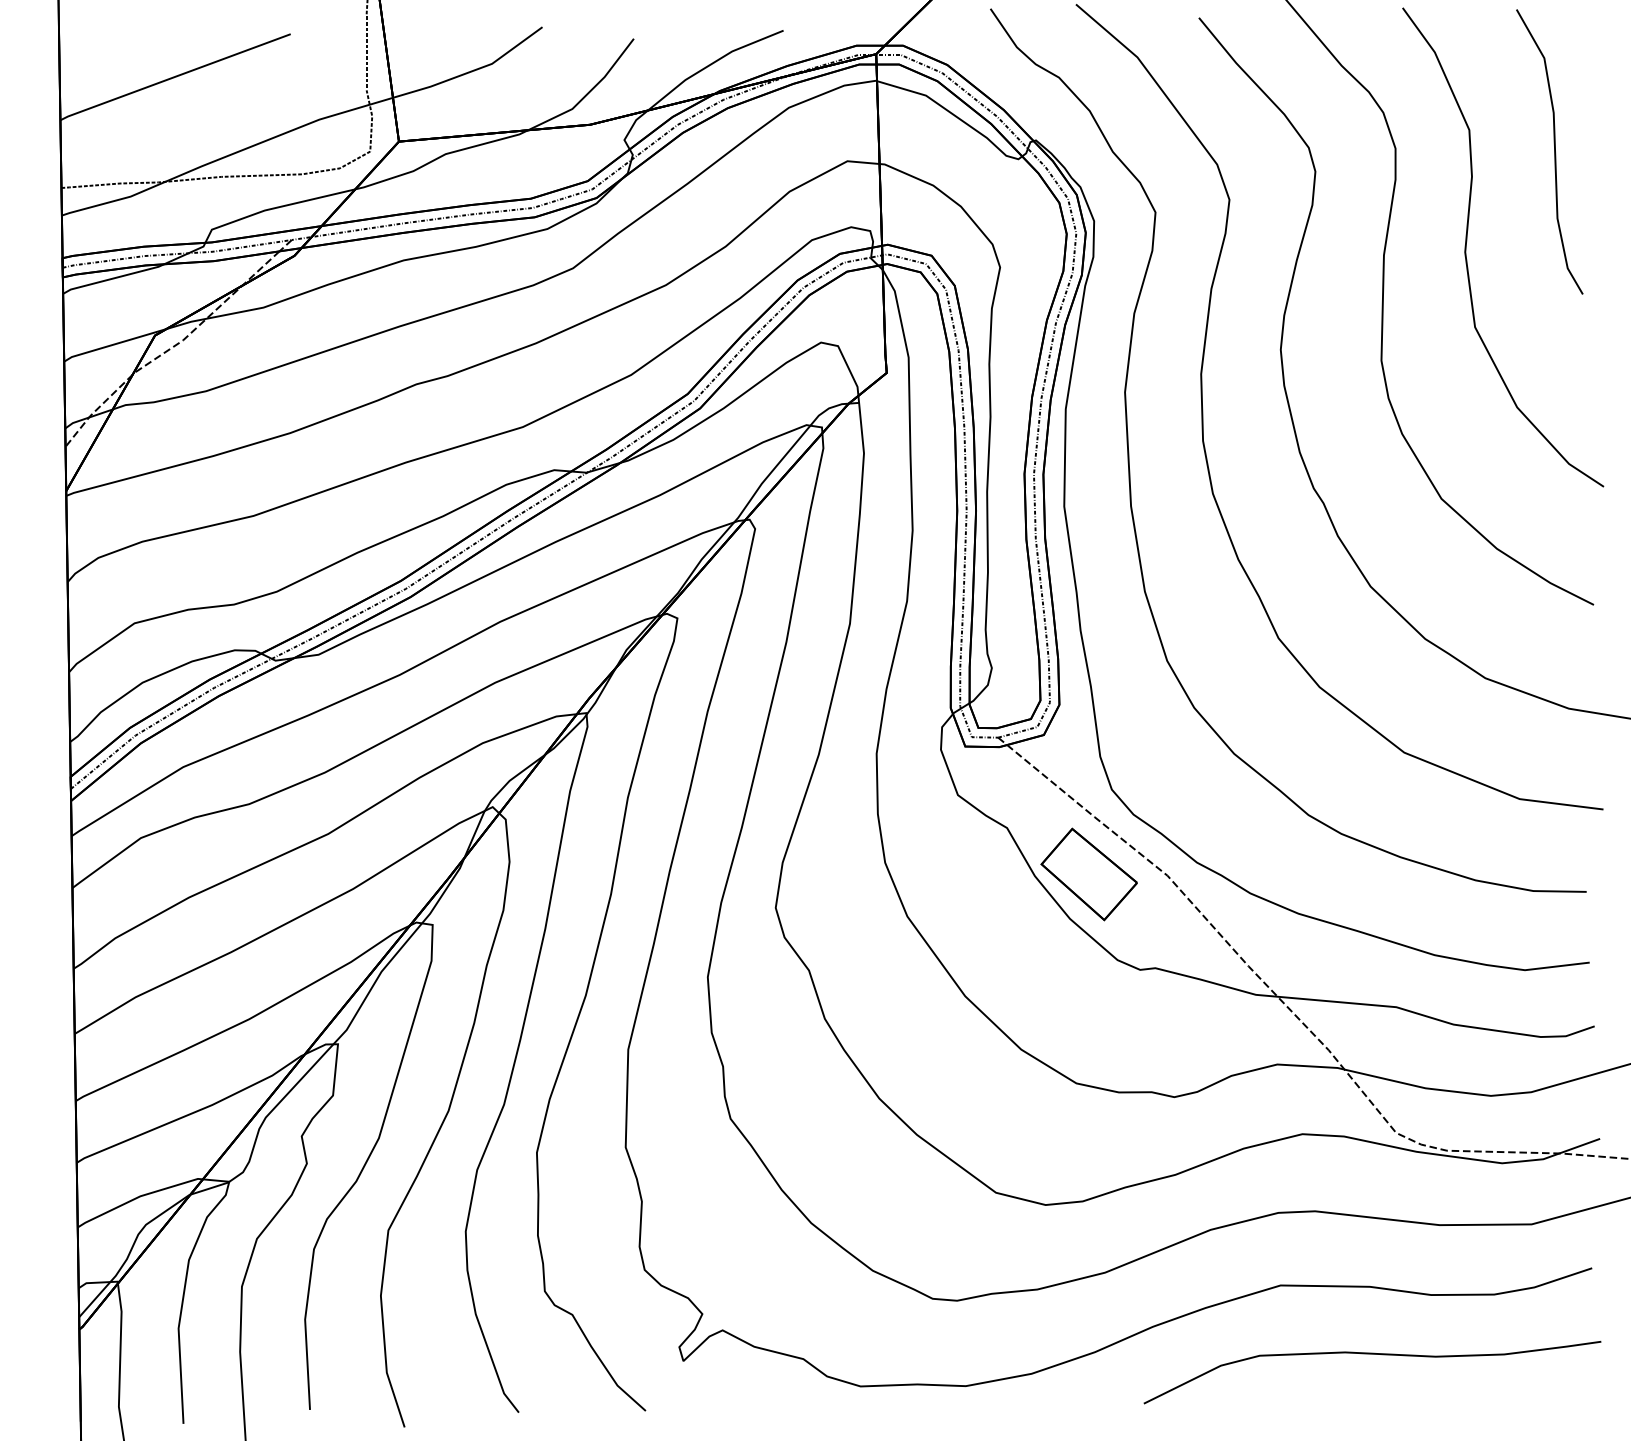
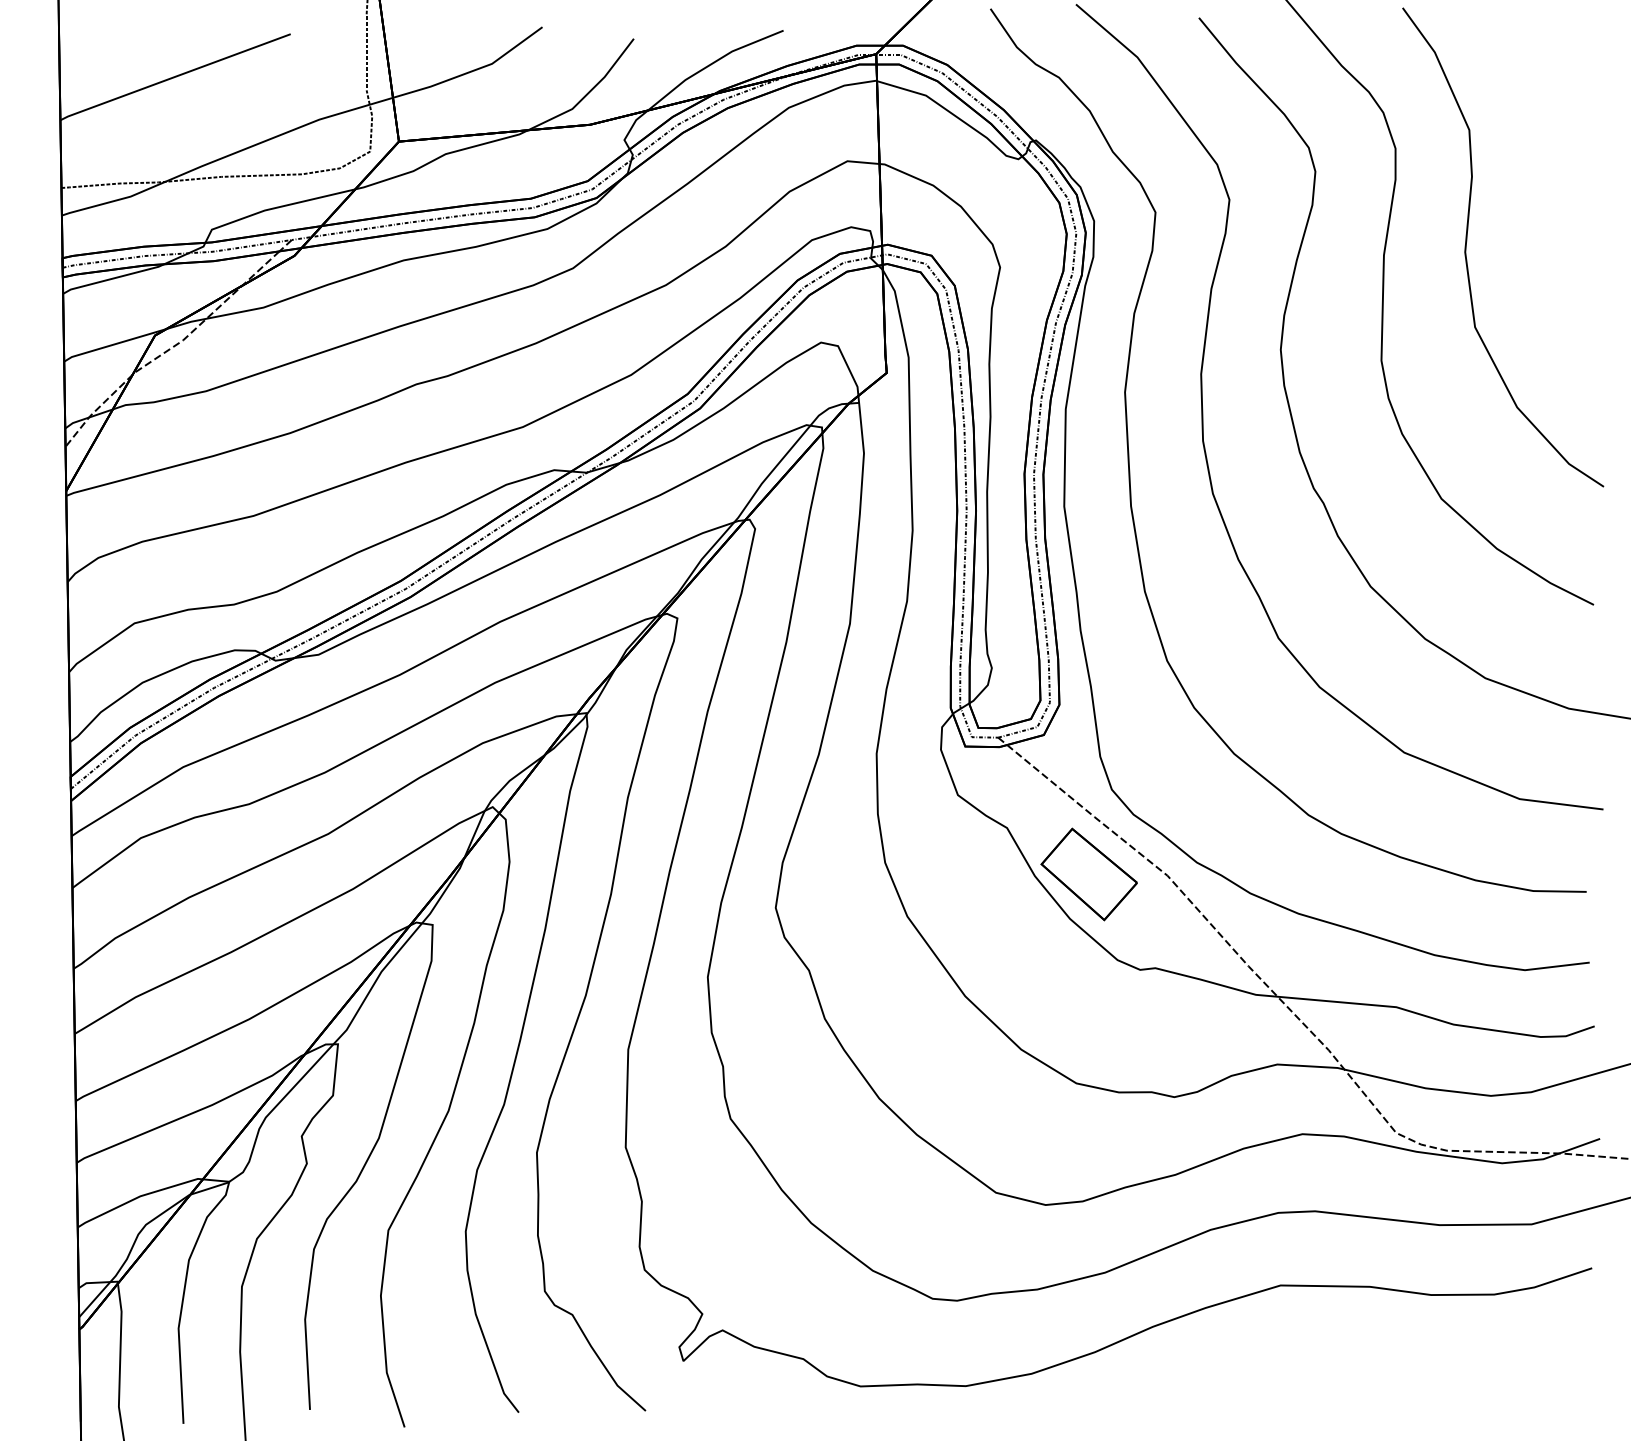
curve at (1554, 151): present -> none
curve at (1372, 1354): present -> none
